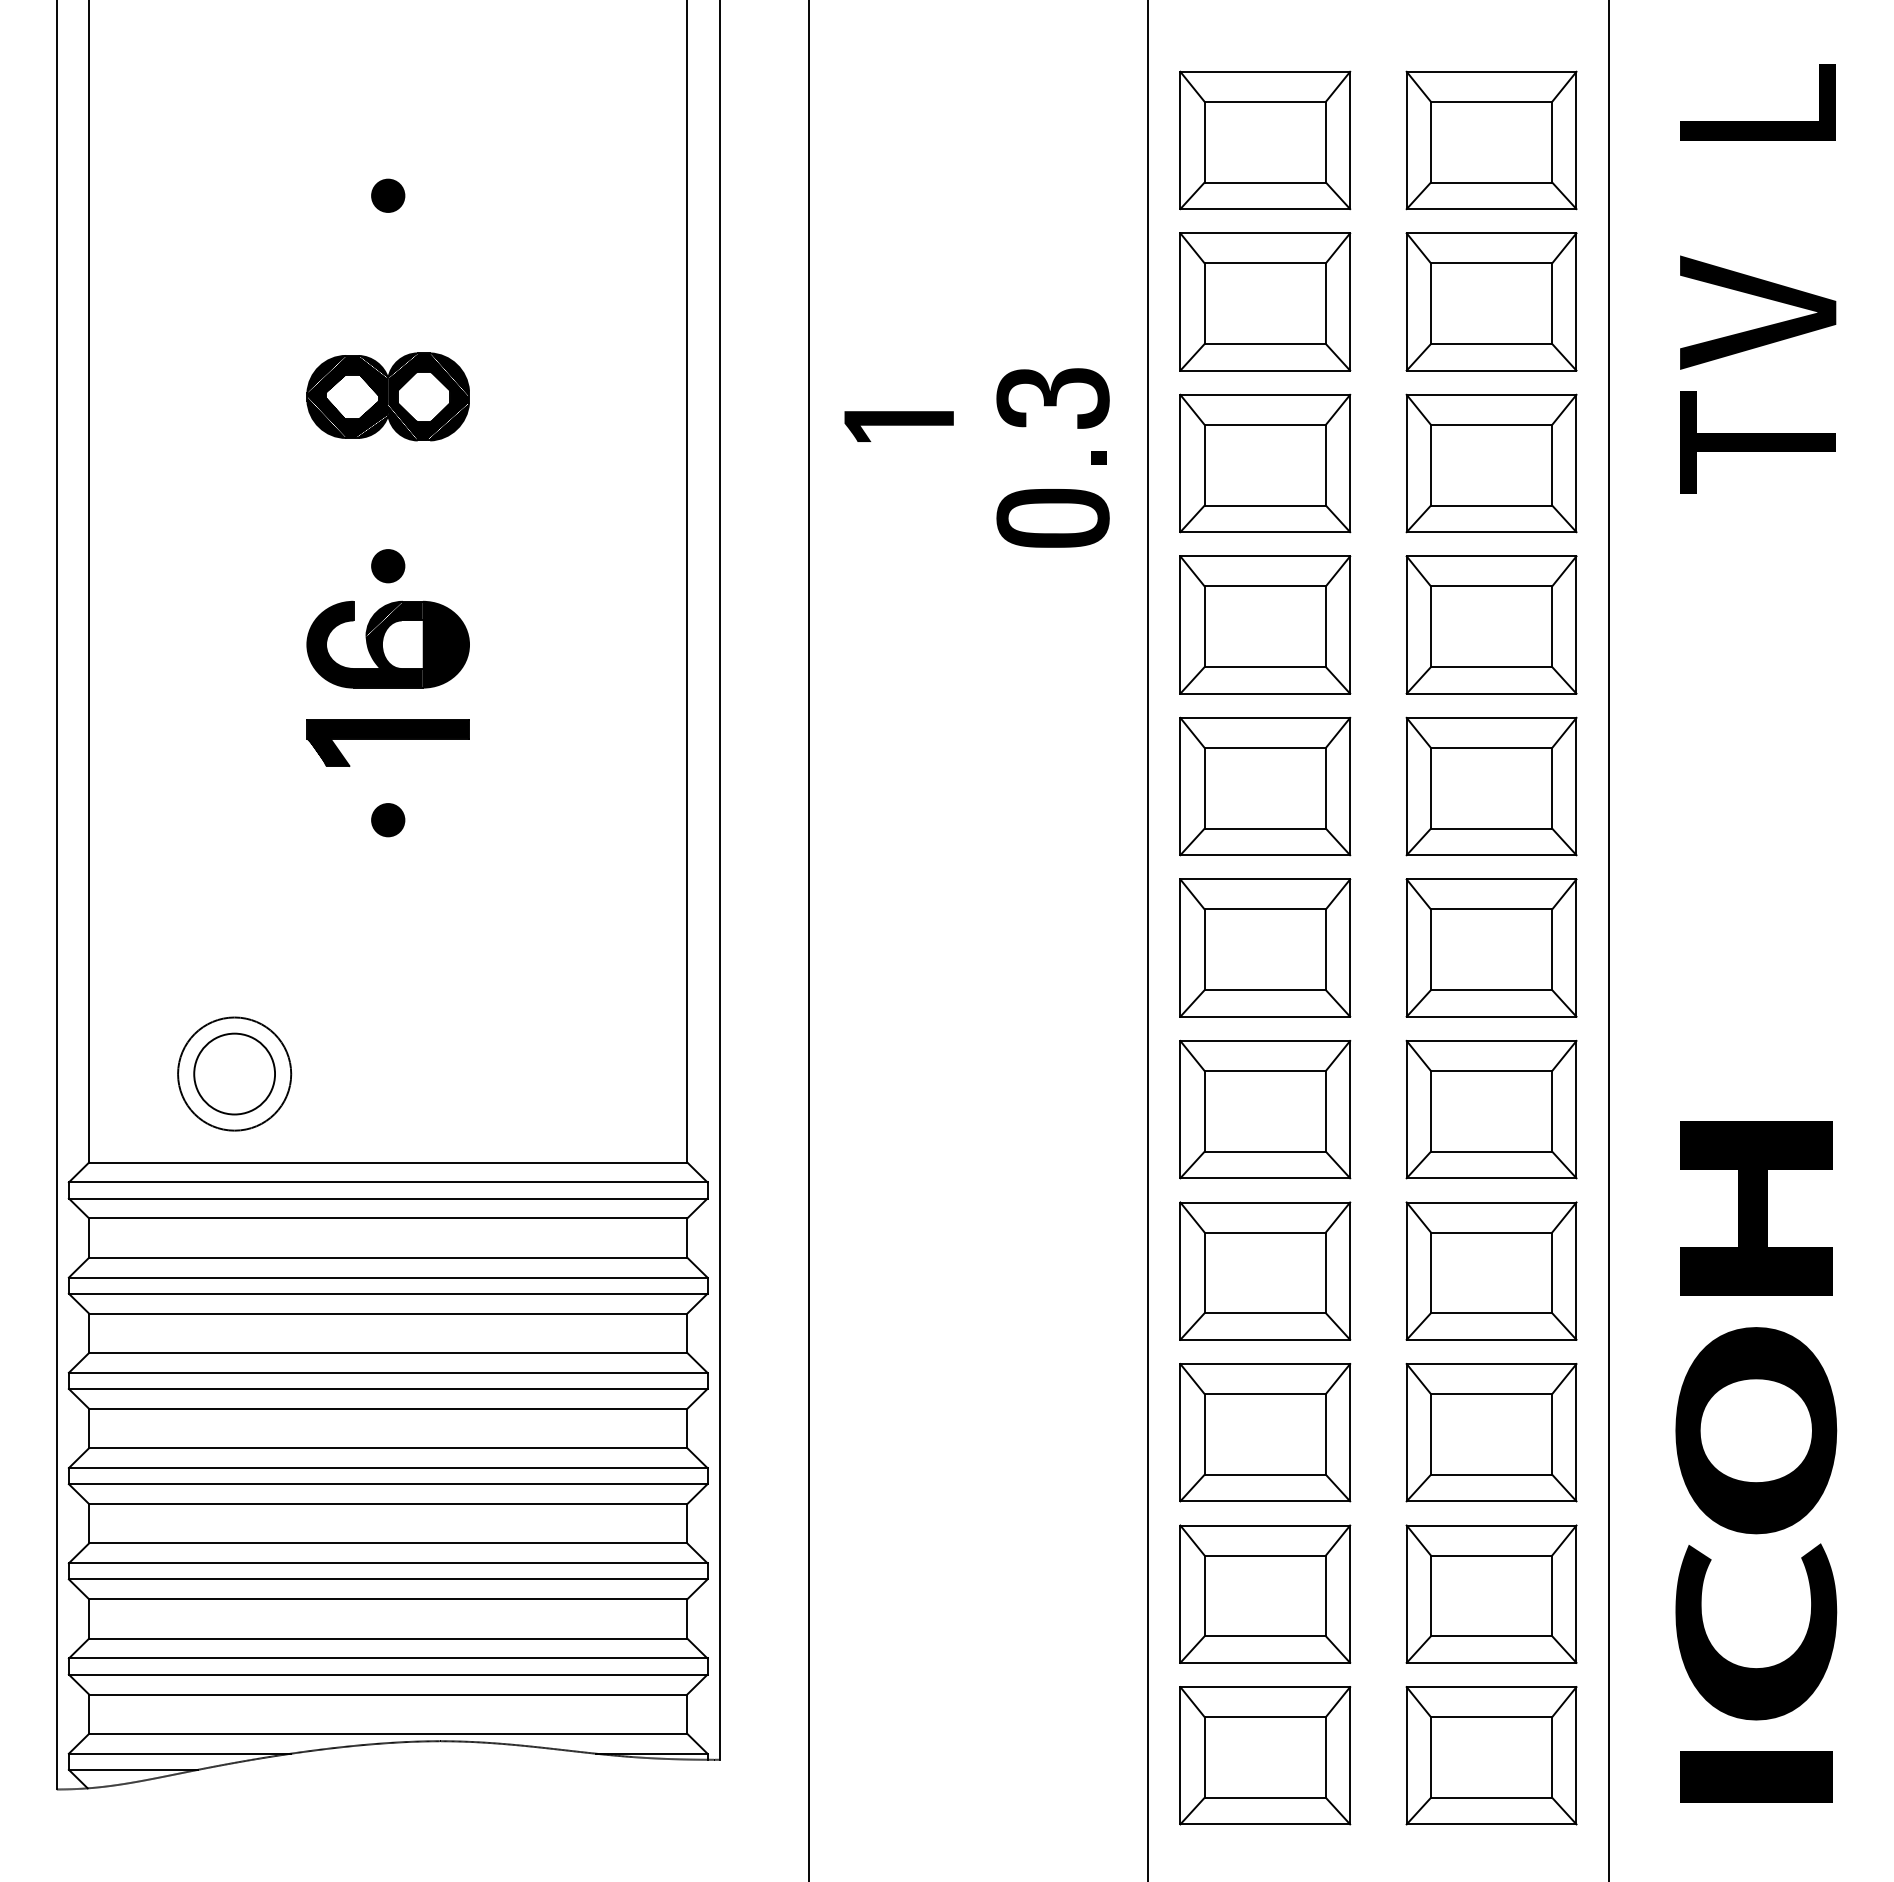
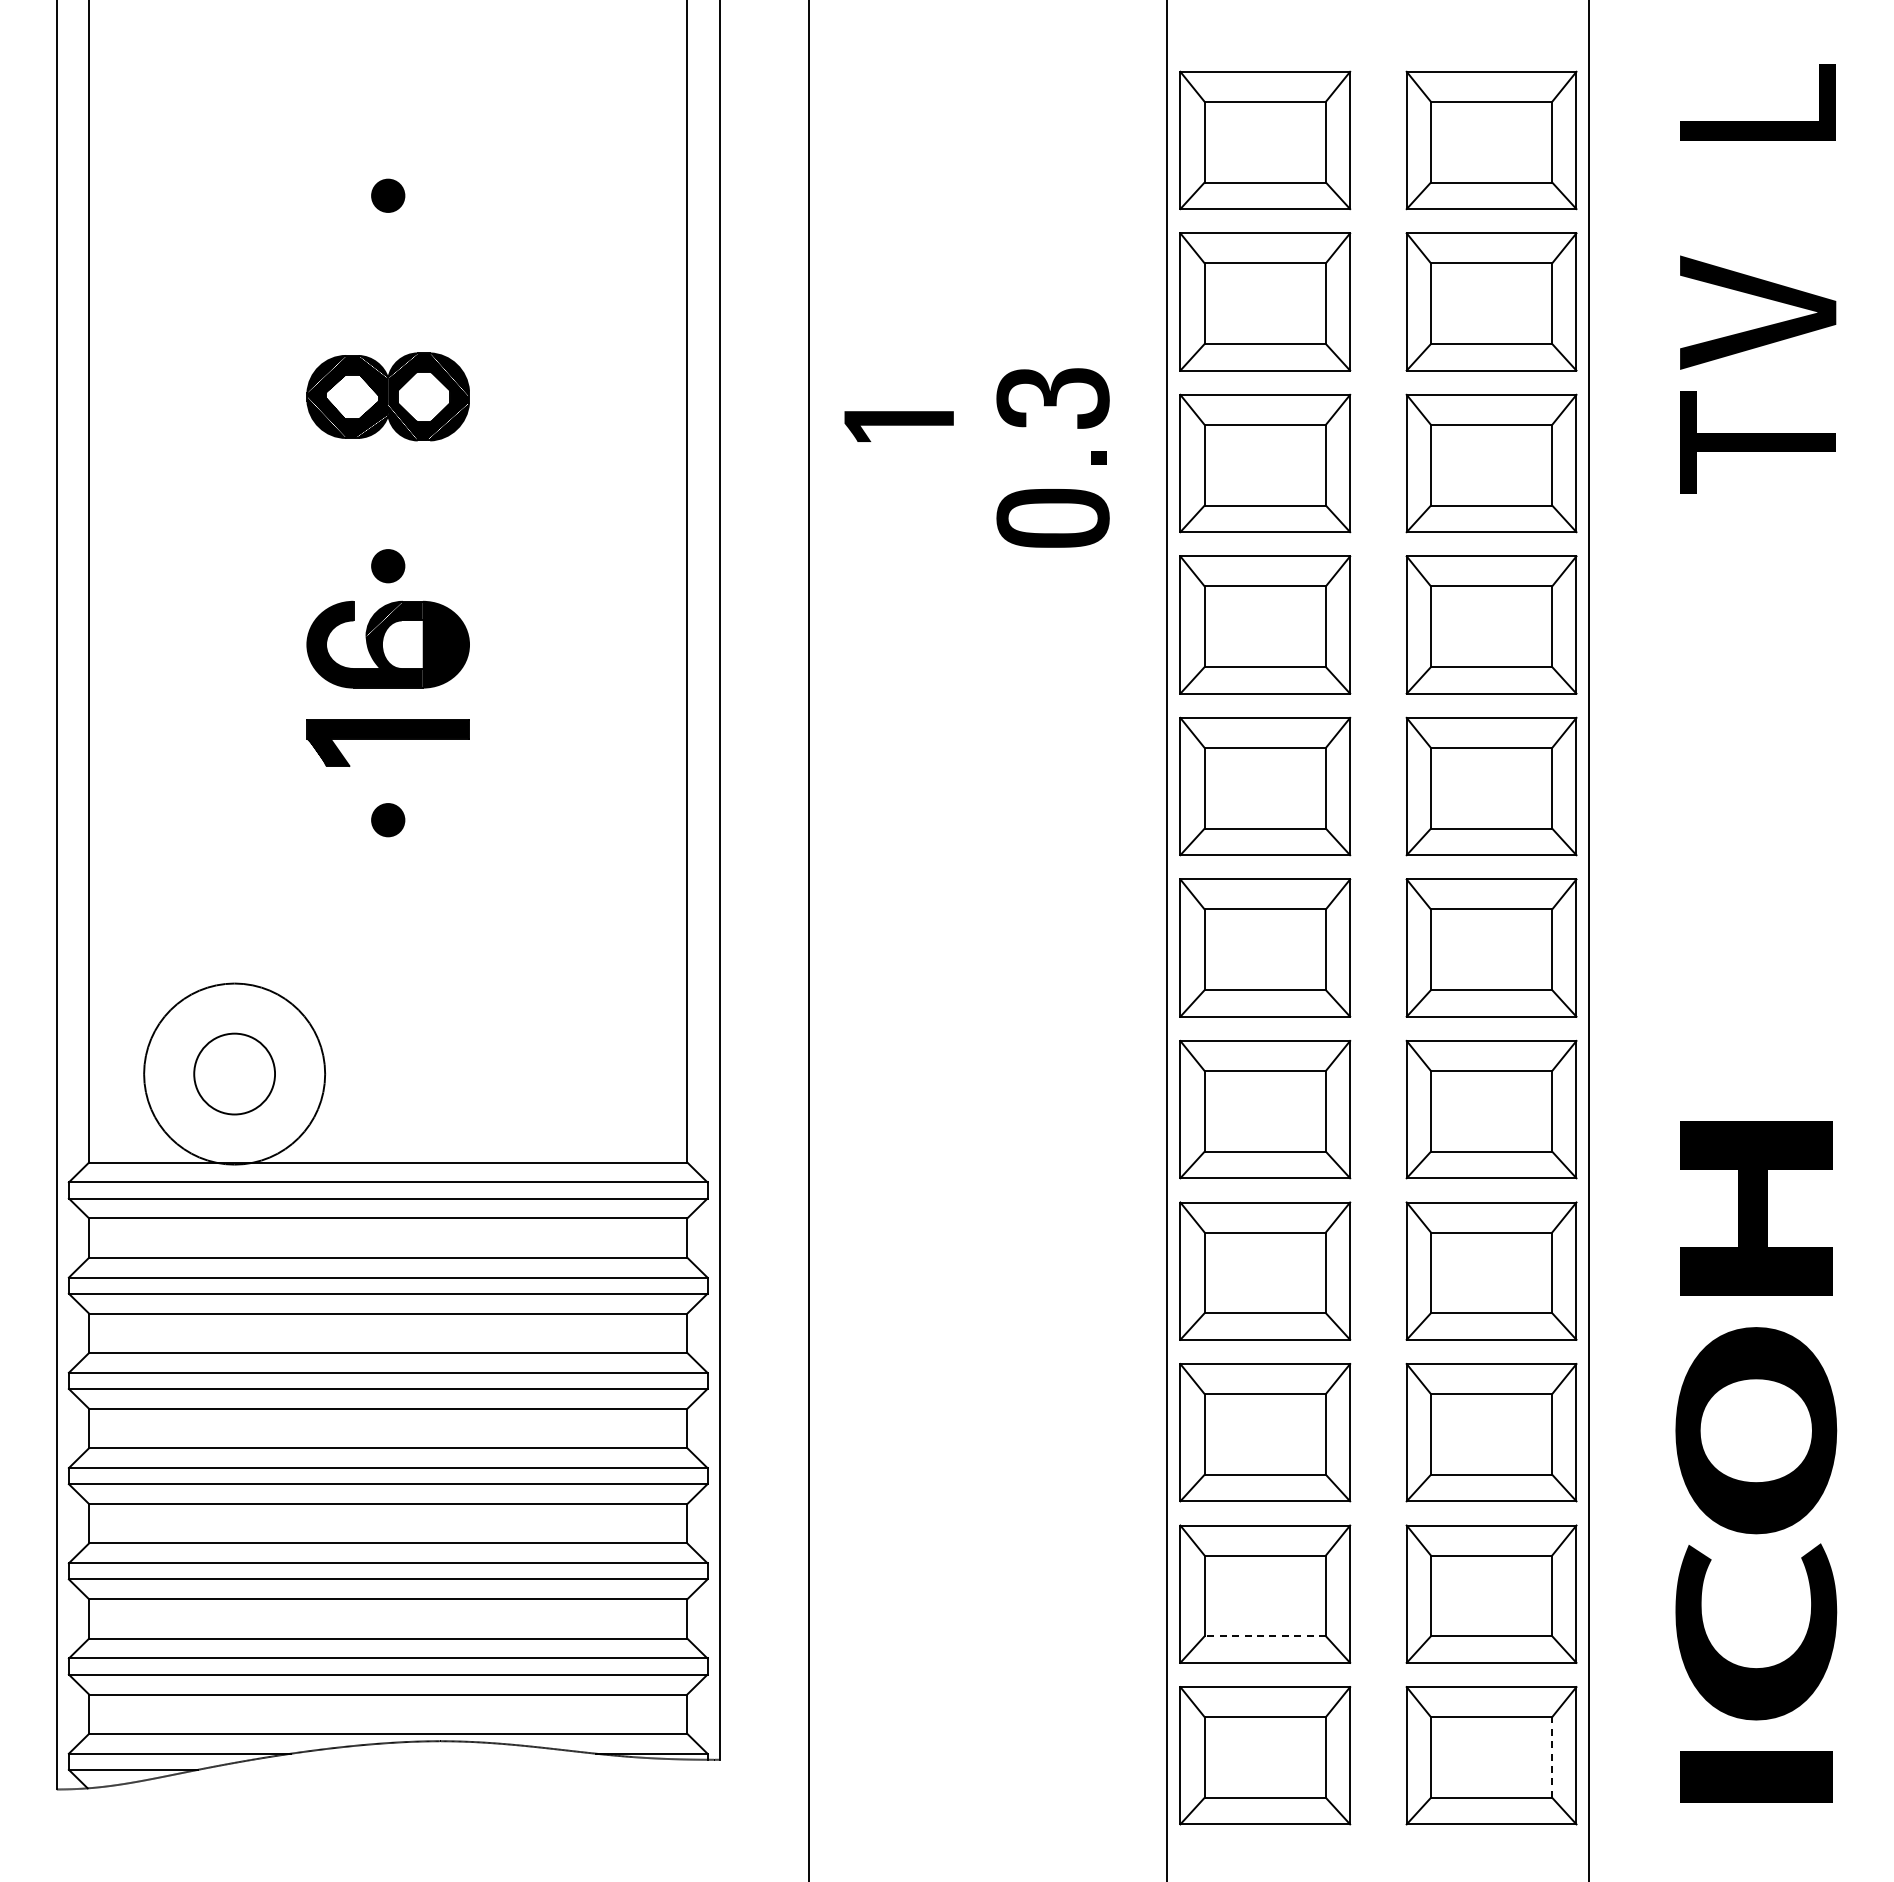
line at (1148, 940) position: (1148, 940) -> (1167, 940)
line at (1608, 940) position: (1608, 940) -> (1588, 940)
circle at (234, 1073) diameter: 113 px -> 181 px
line at (1265, 1636): solid -> dashed
line at (1552, 1756): solid -> dashed
